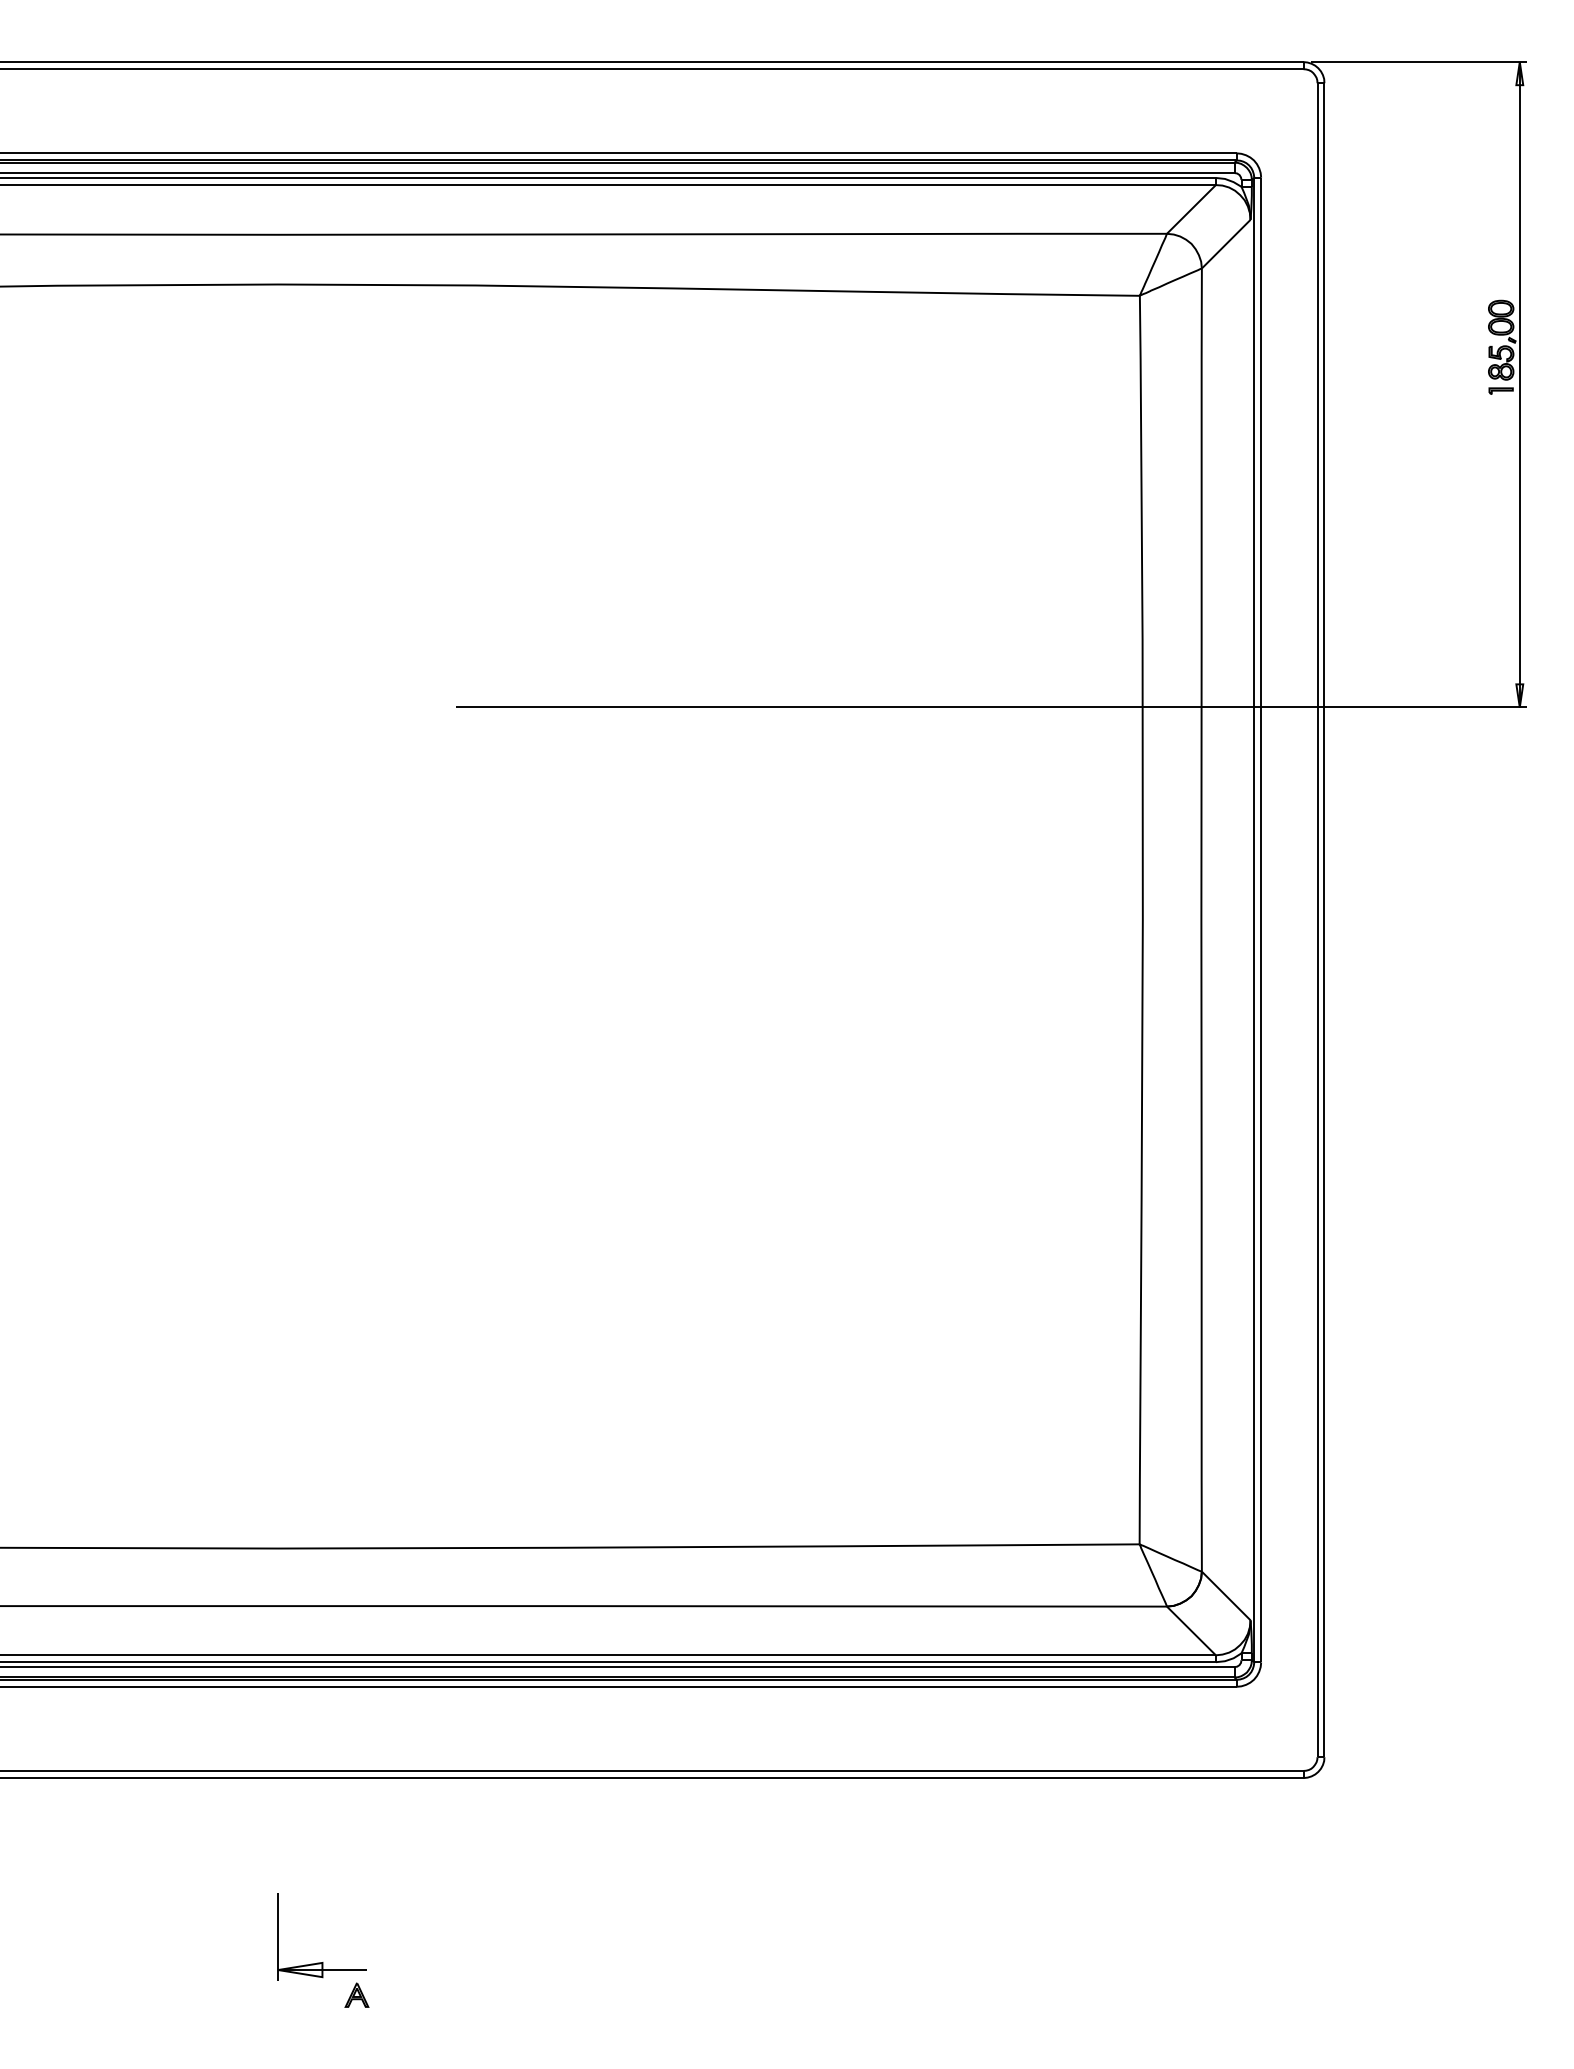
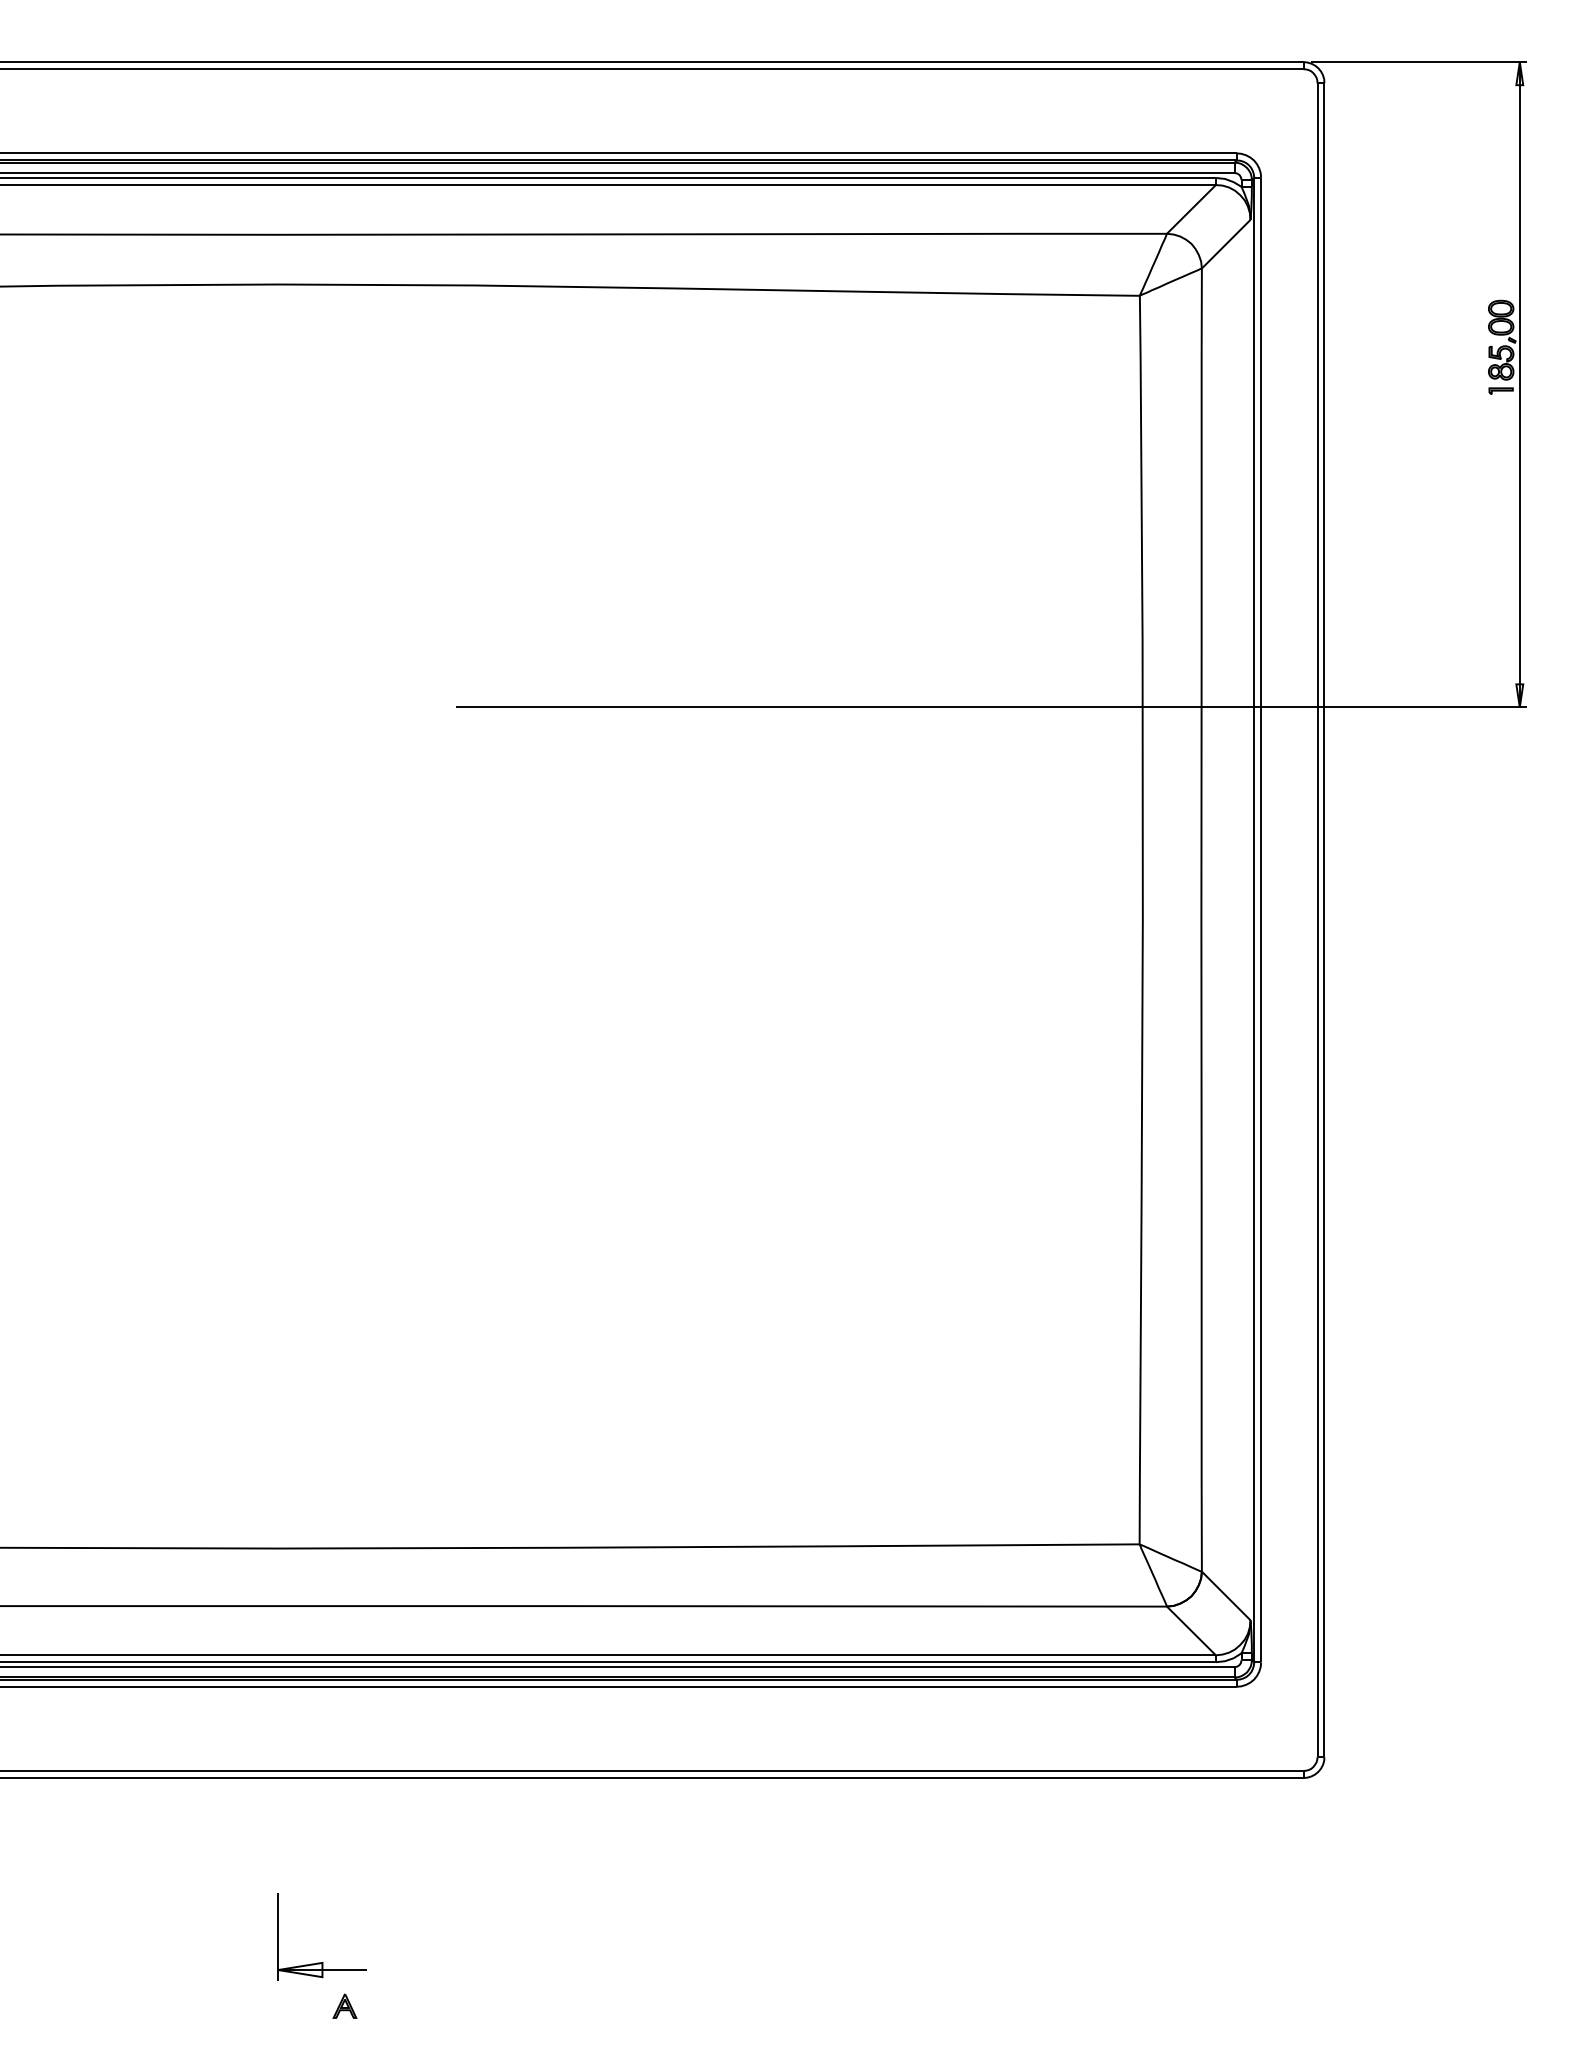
part at (356, 1994) position: (356, 1994) -> (344, 2005)
